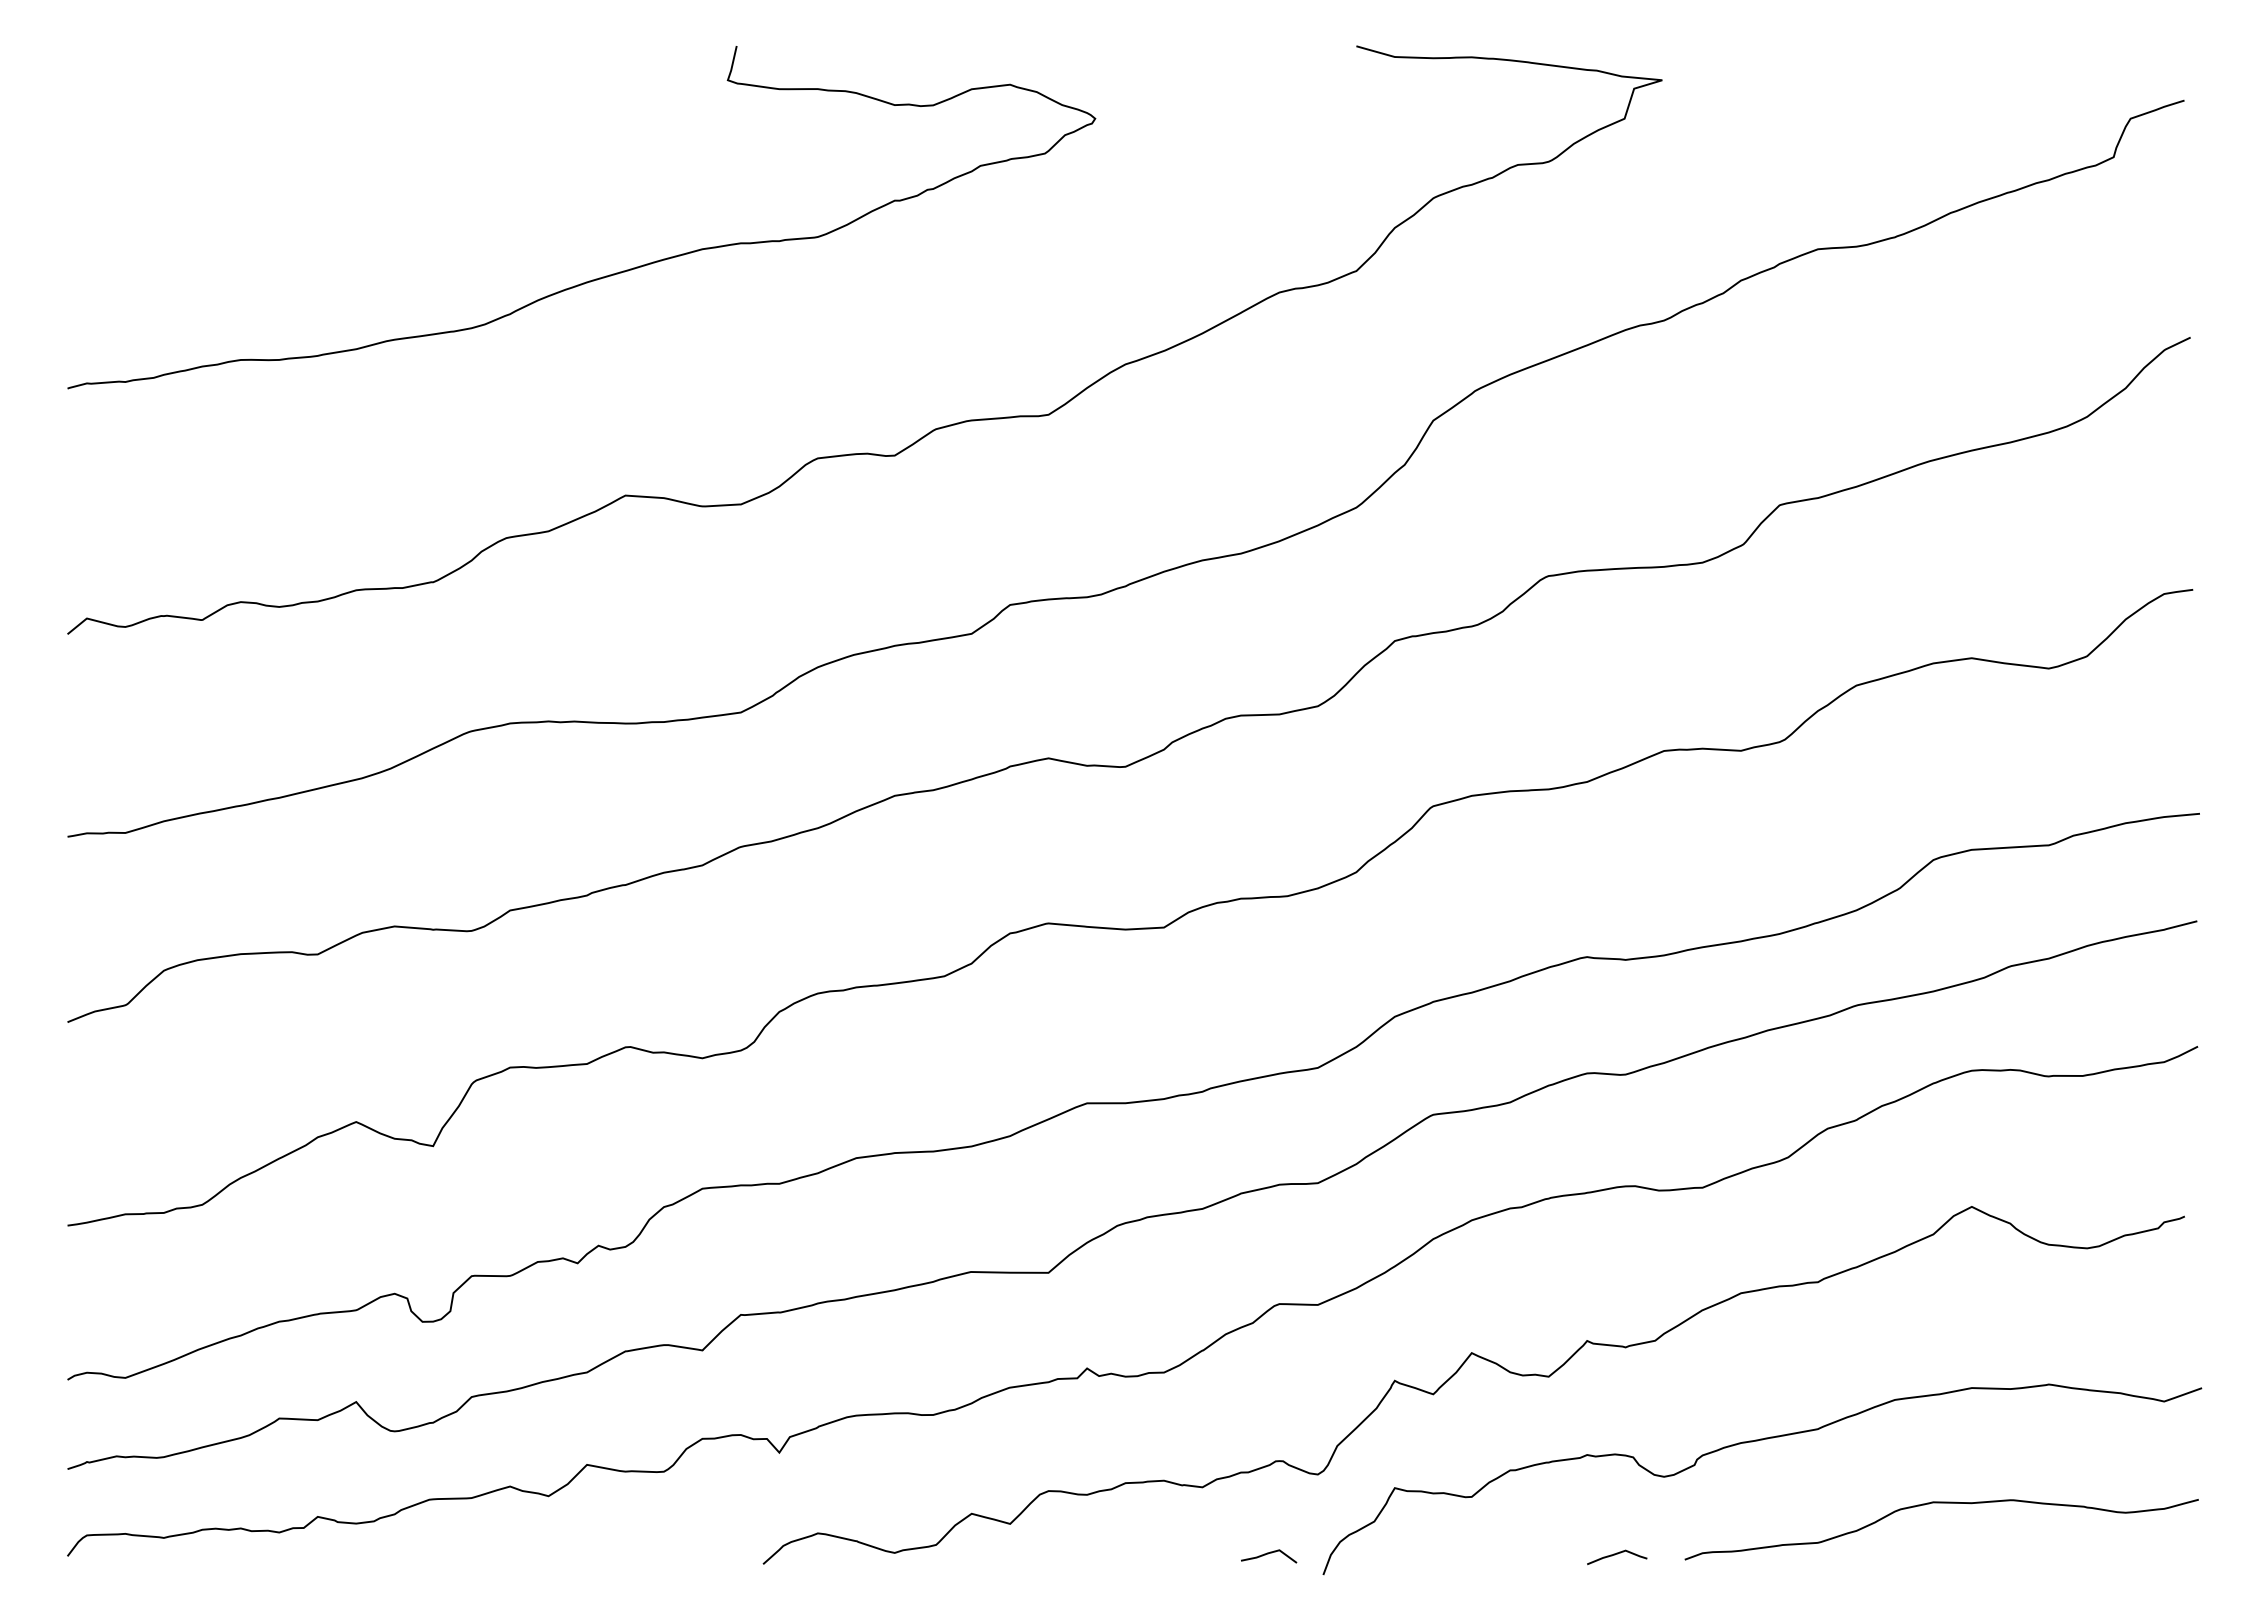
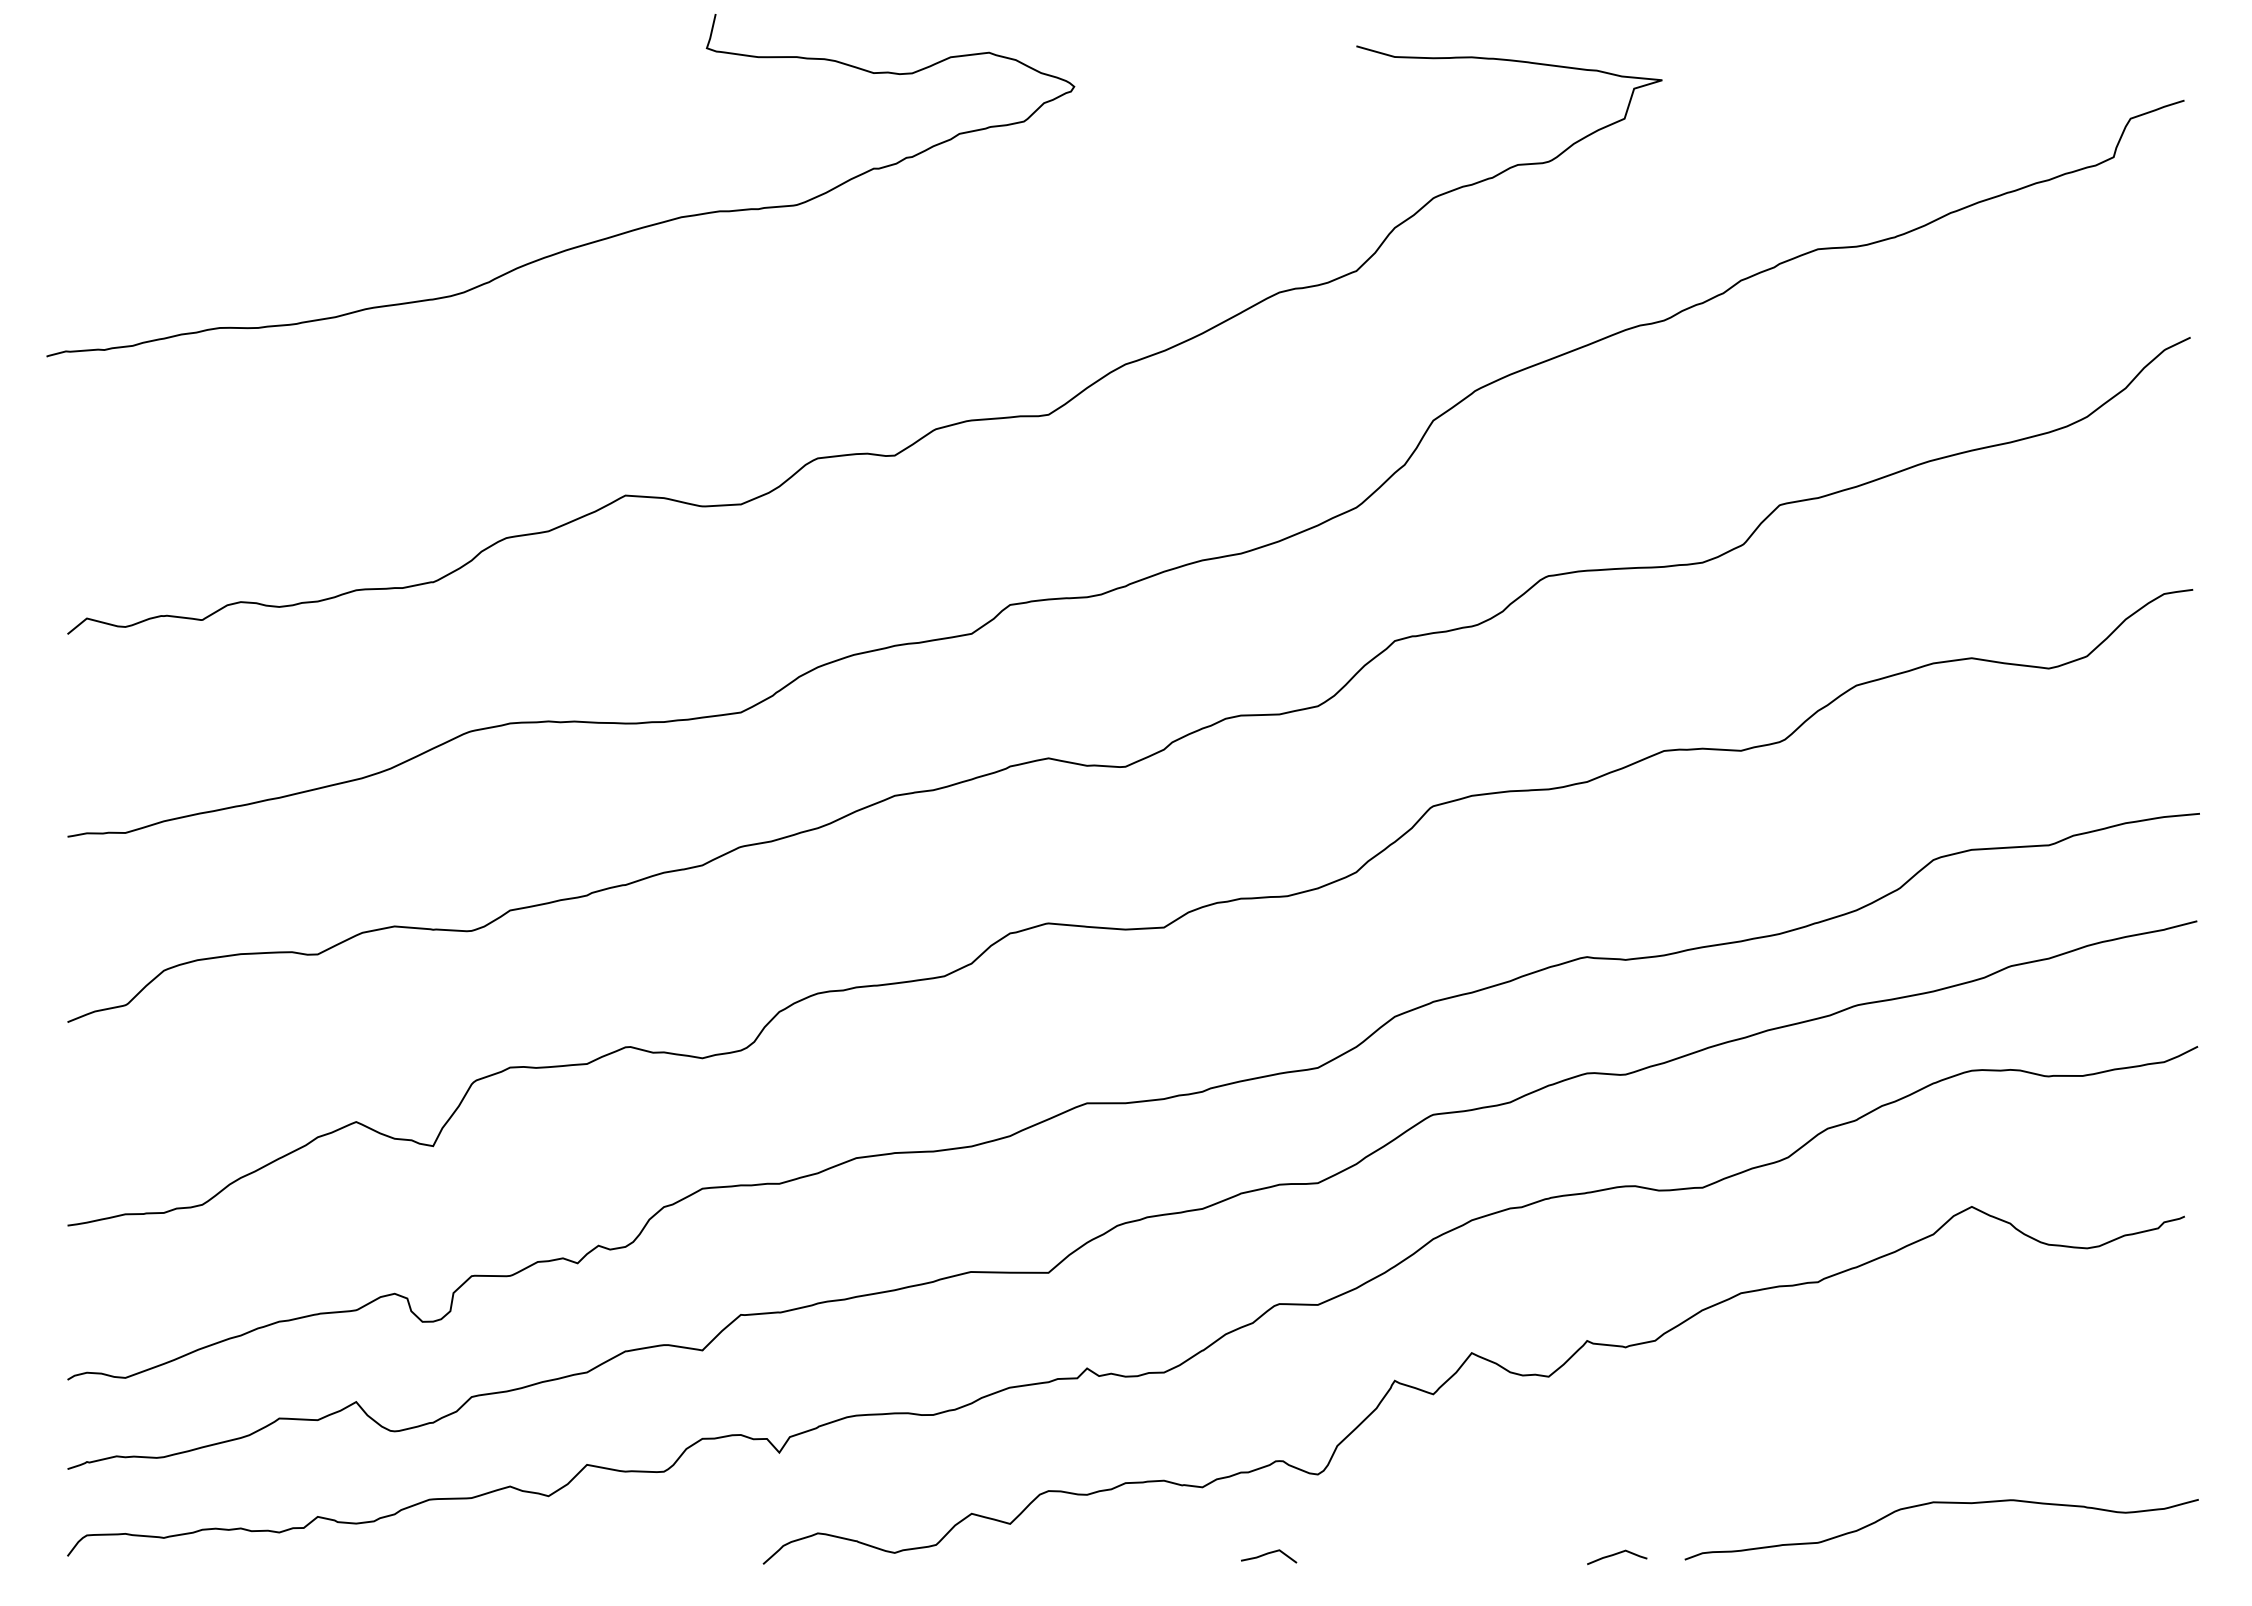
curve at (595, 278) position: (595, 278) -> (574, 246)
curve at (1757, 1441): present -> none
